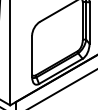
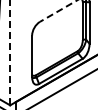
line at (58, 11): solid -> dashed
line at (10, 52): solid -> dashed
